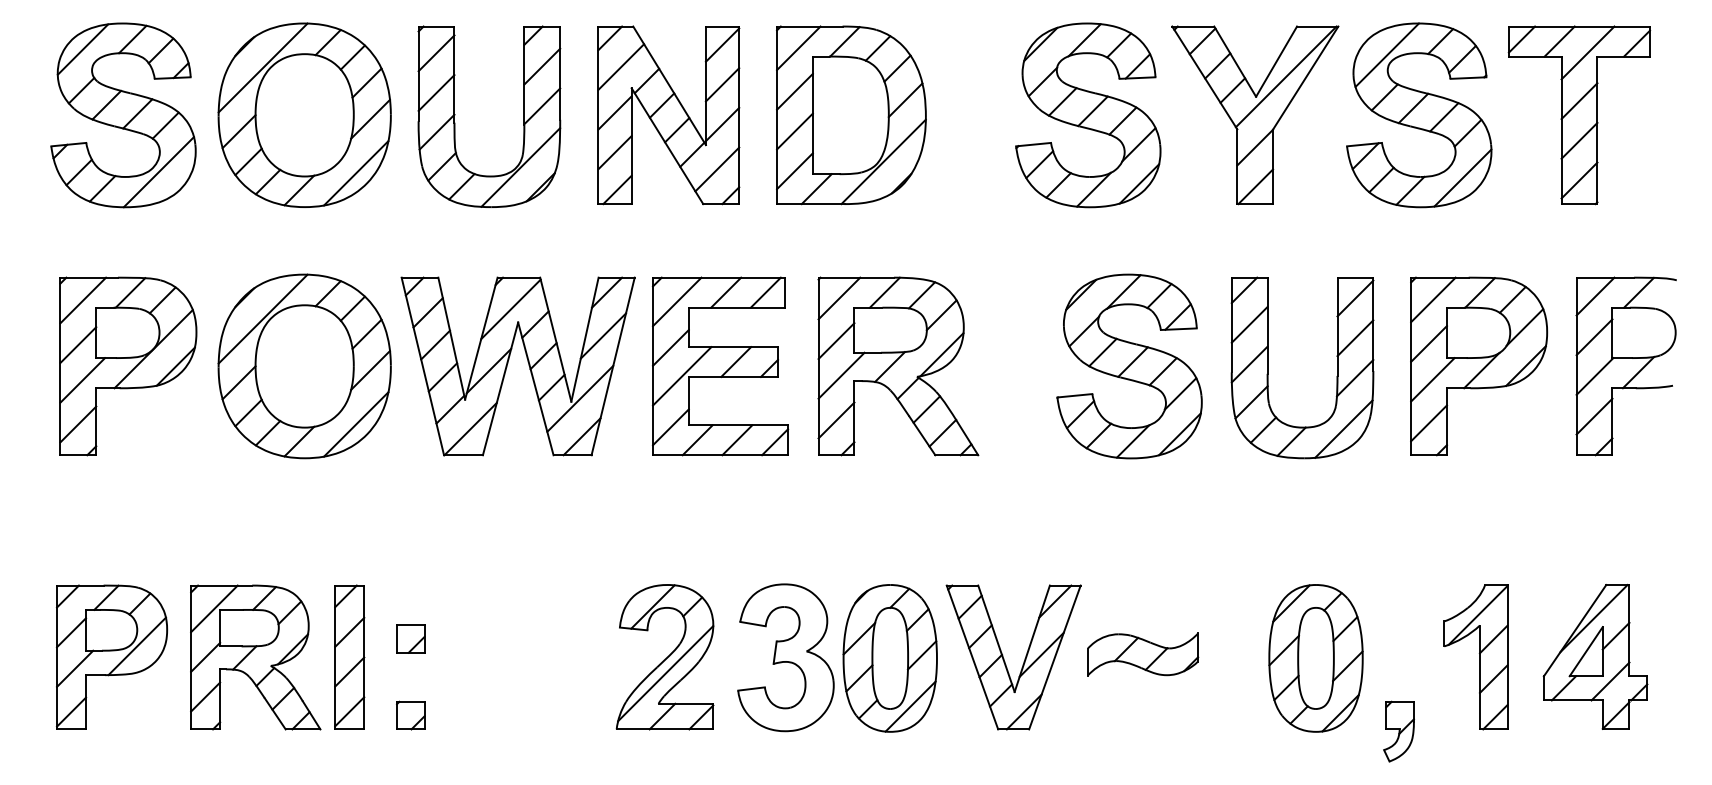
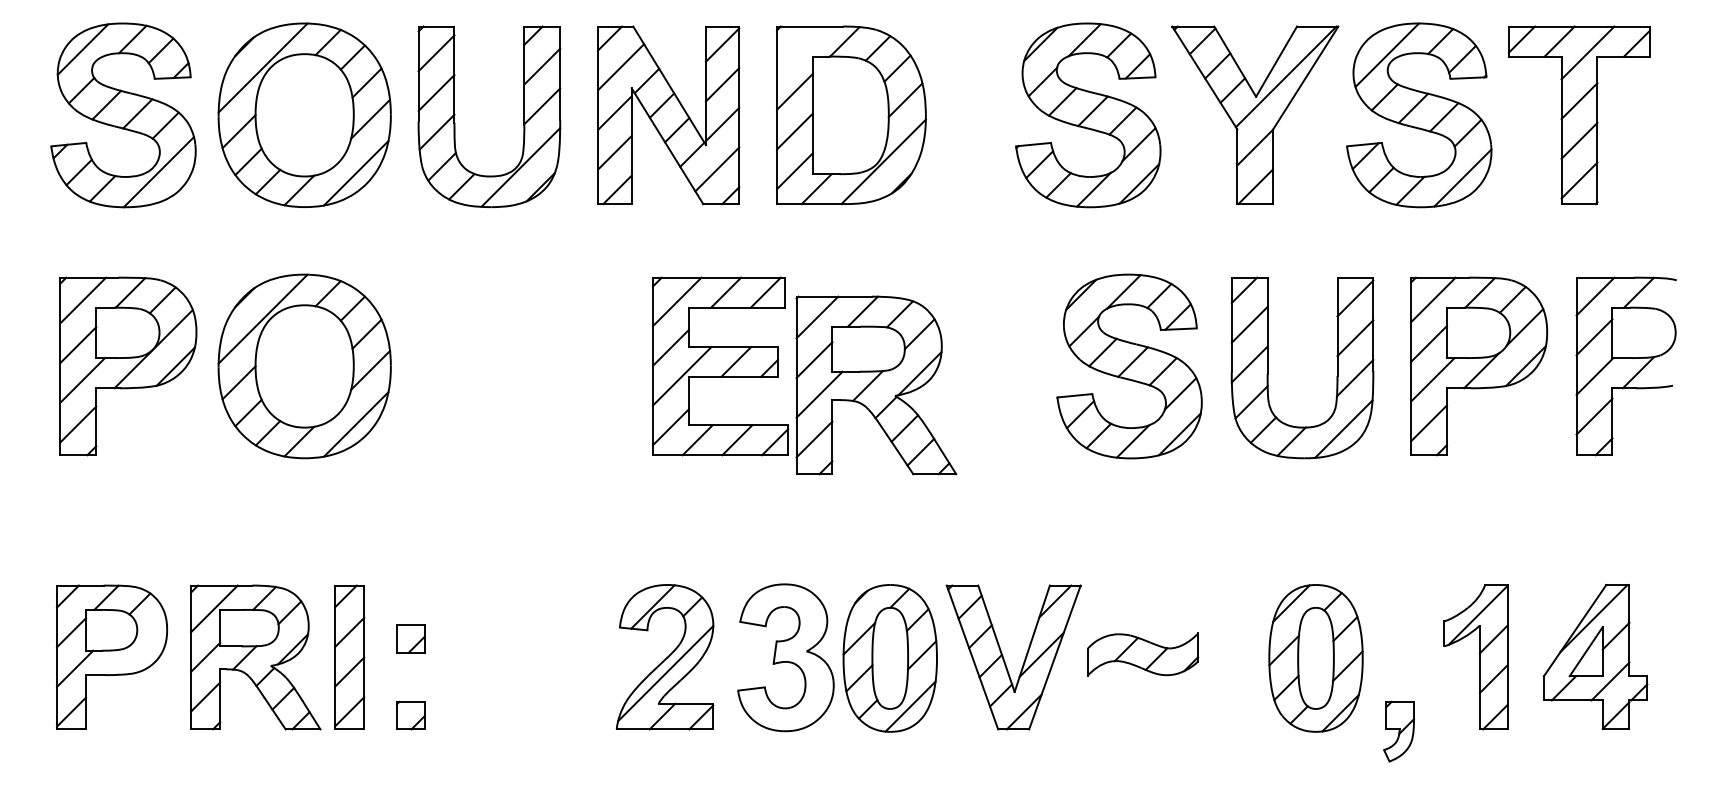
line at (798, 48): present -> none
part at (508, 363): present -> none
part at (898, 366) position: (898, 366) -> (876, 385)
line at (136, 646): present -> none
